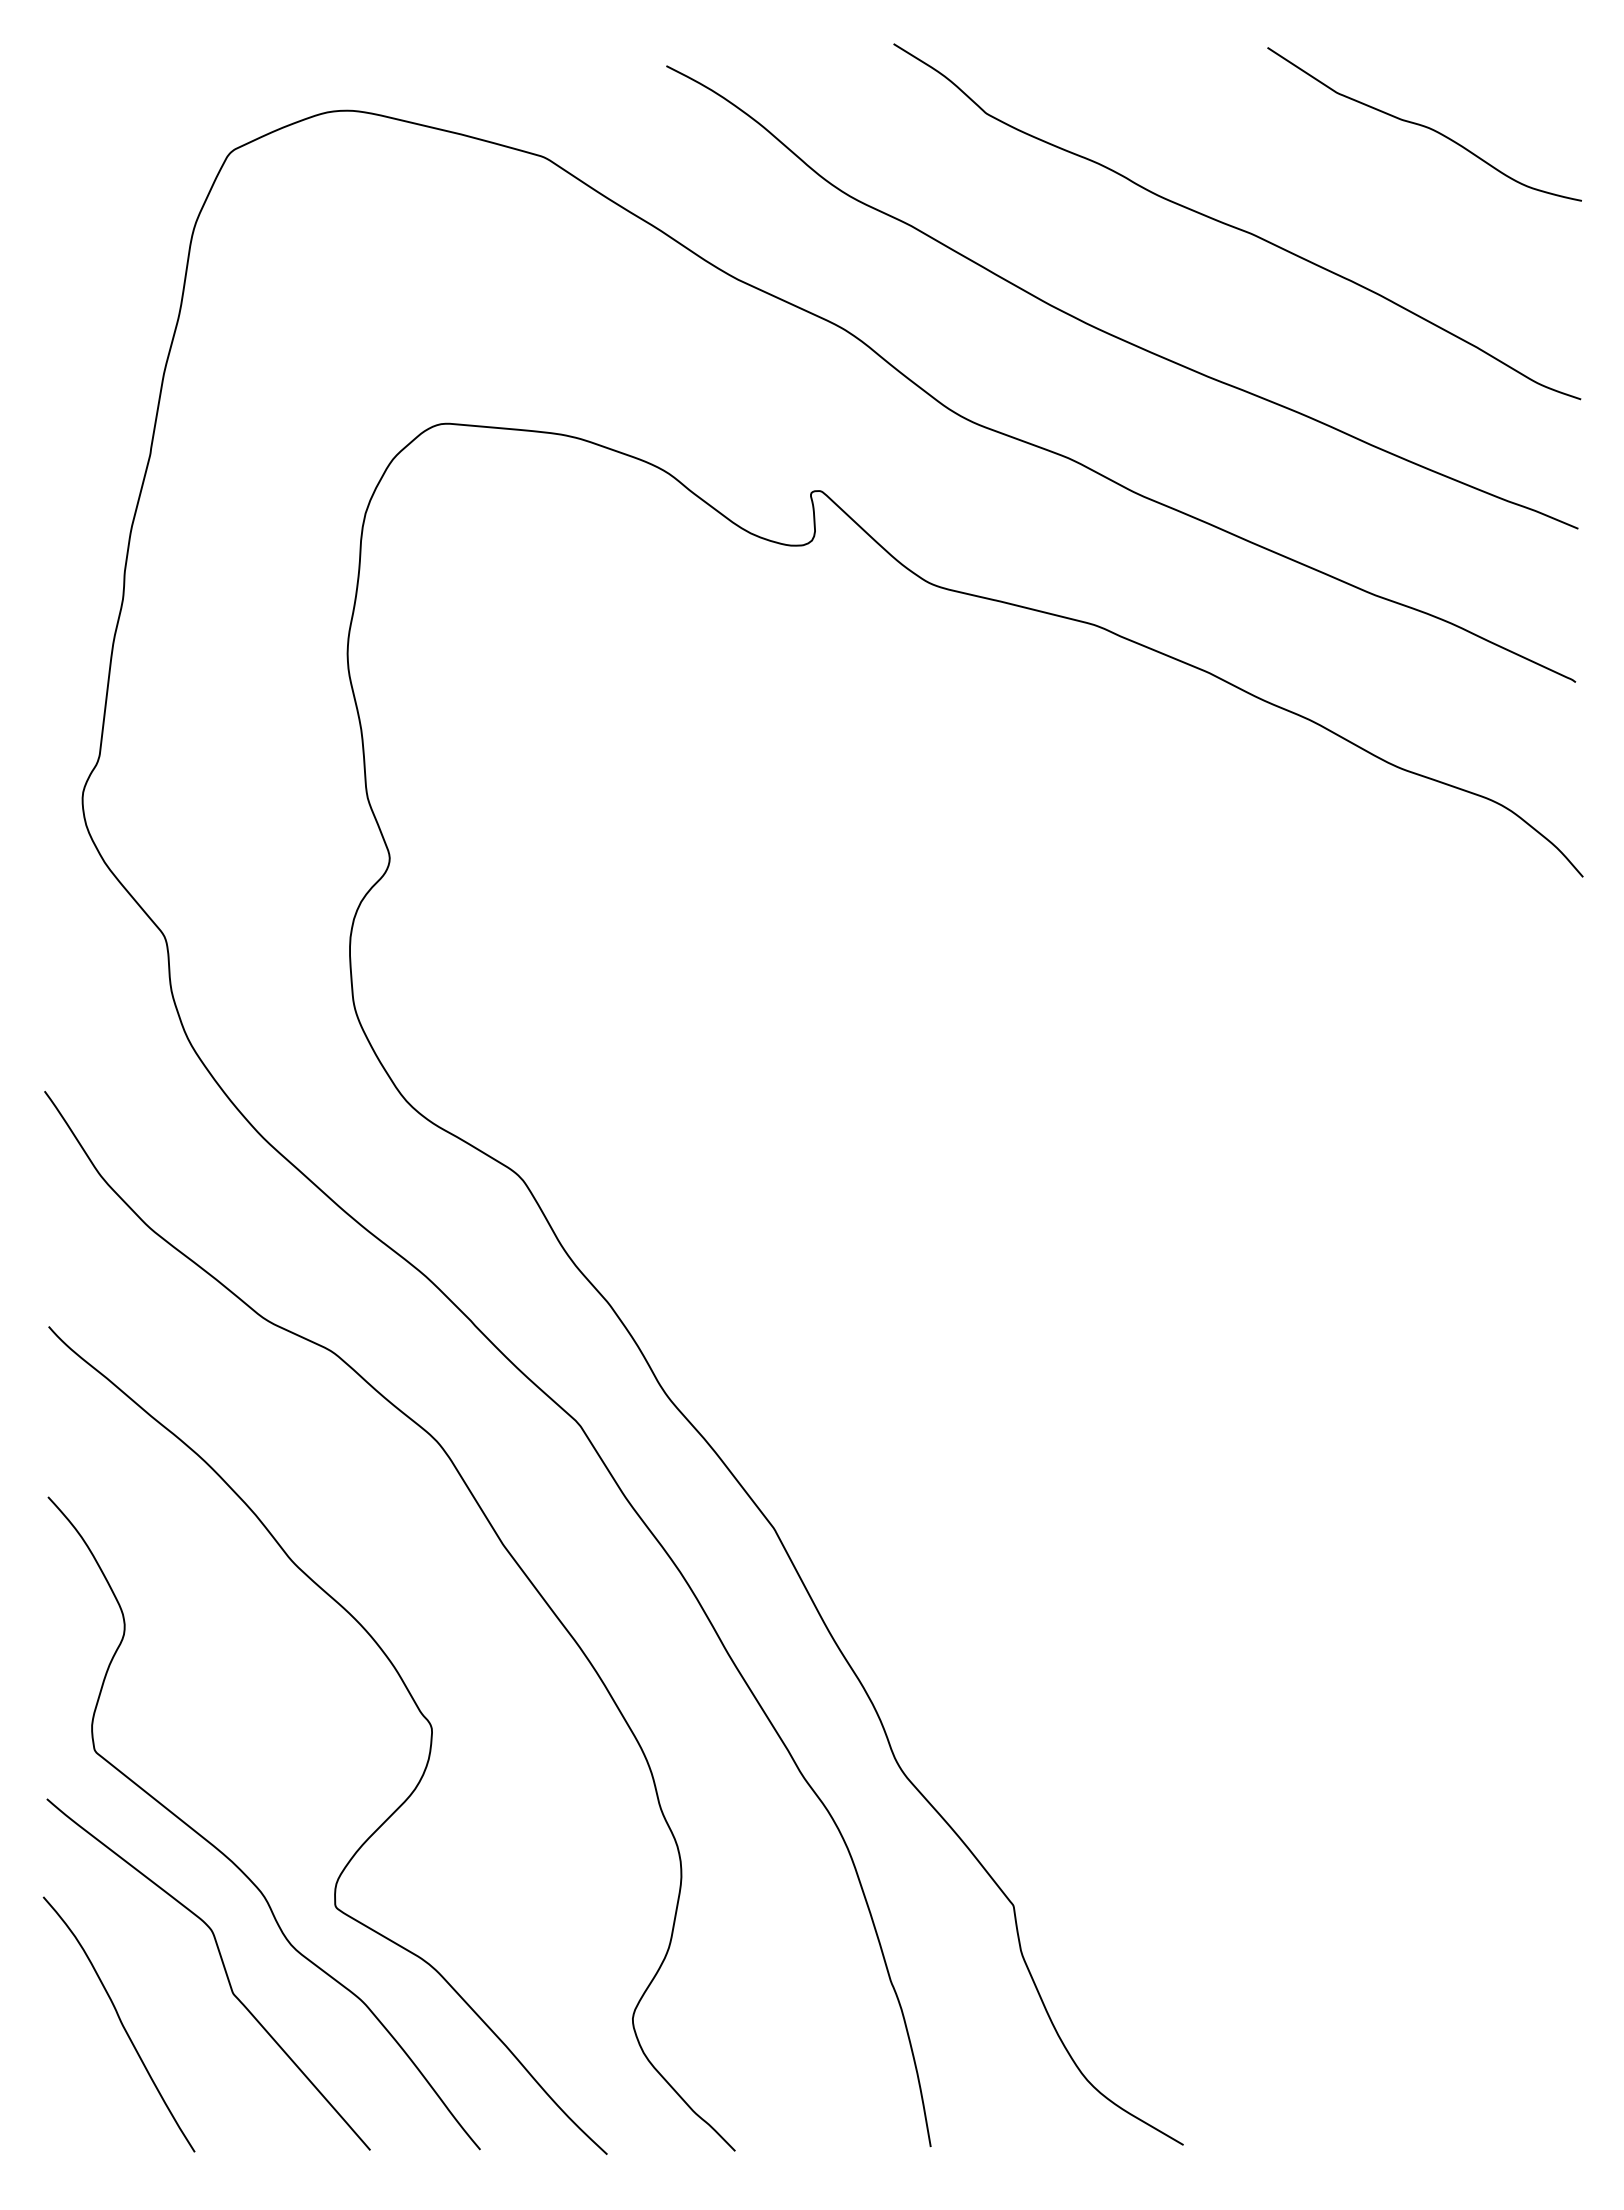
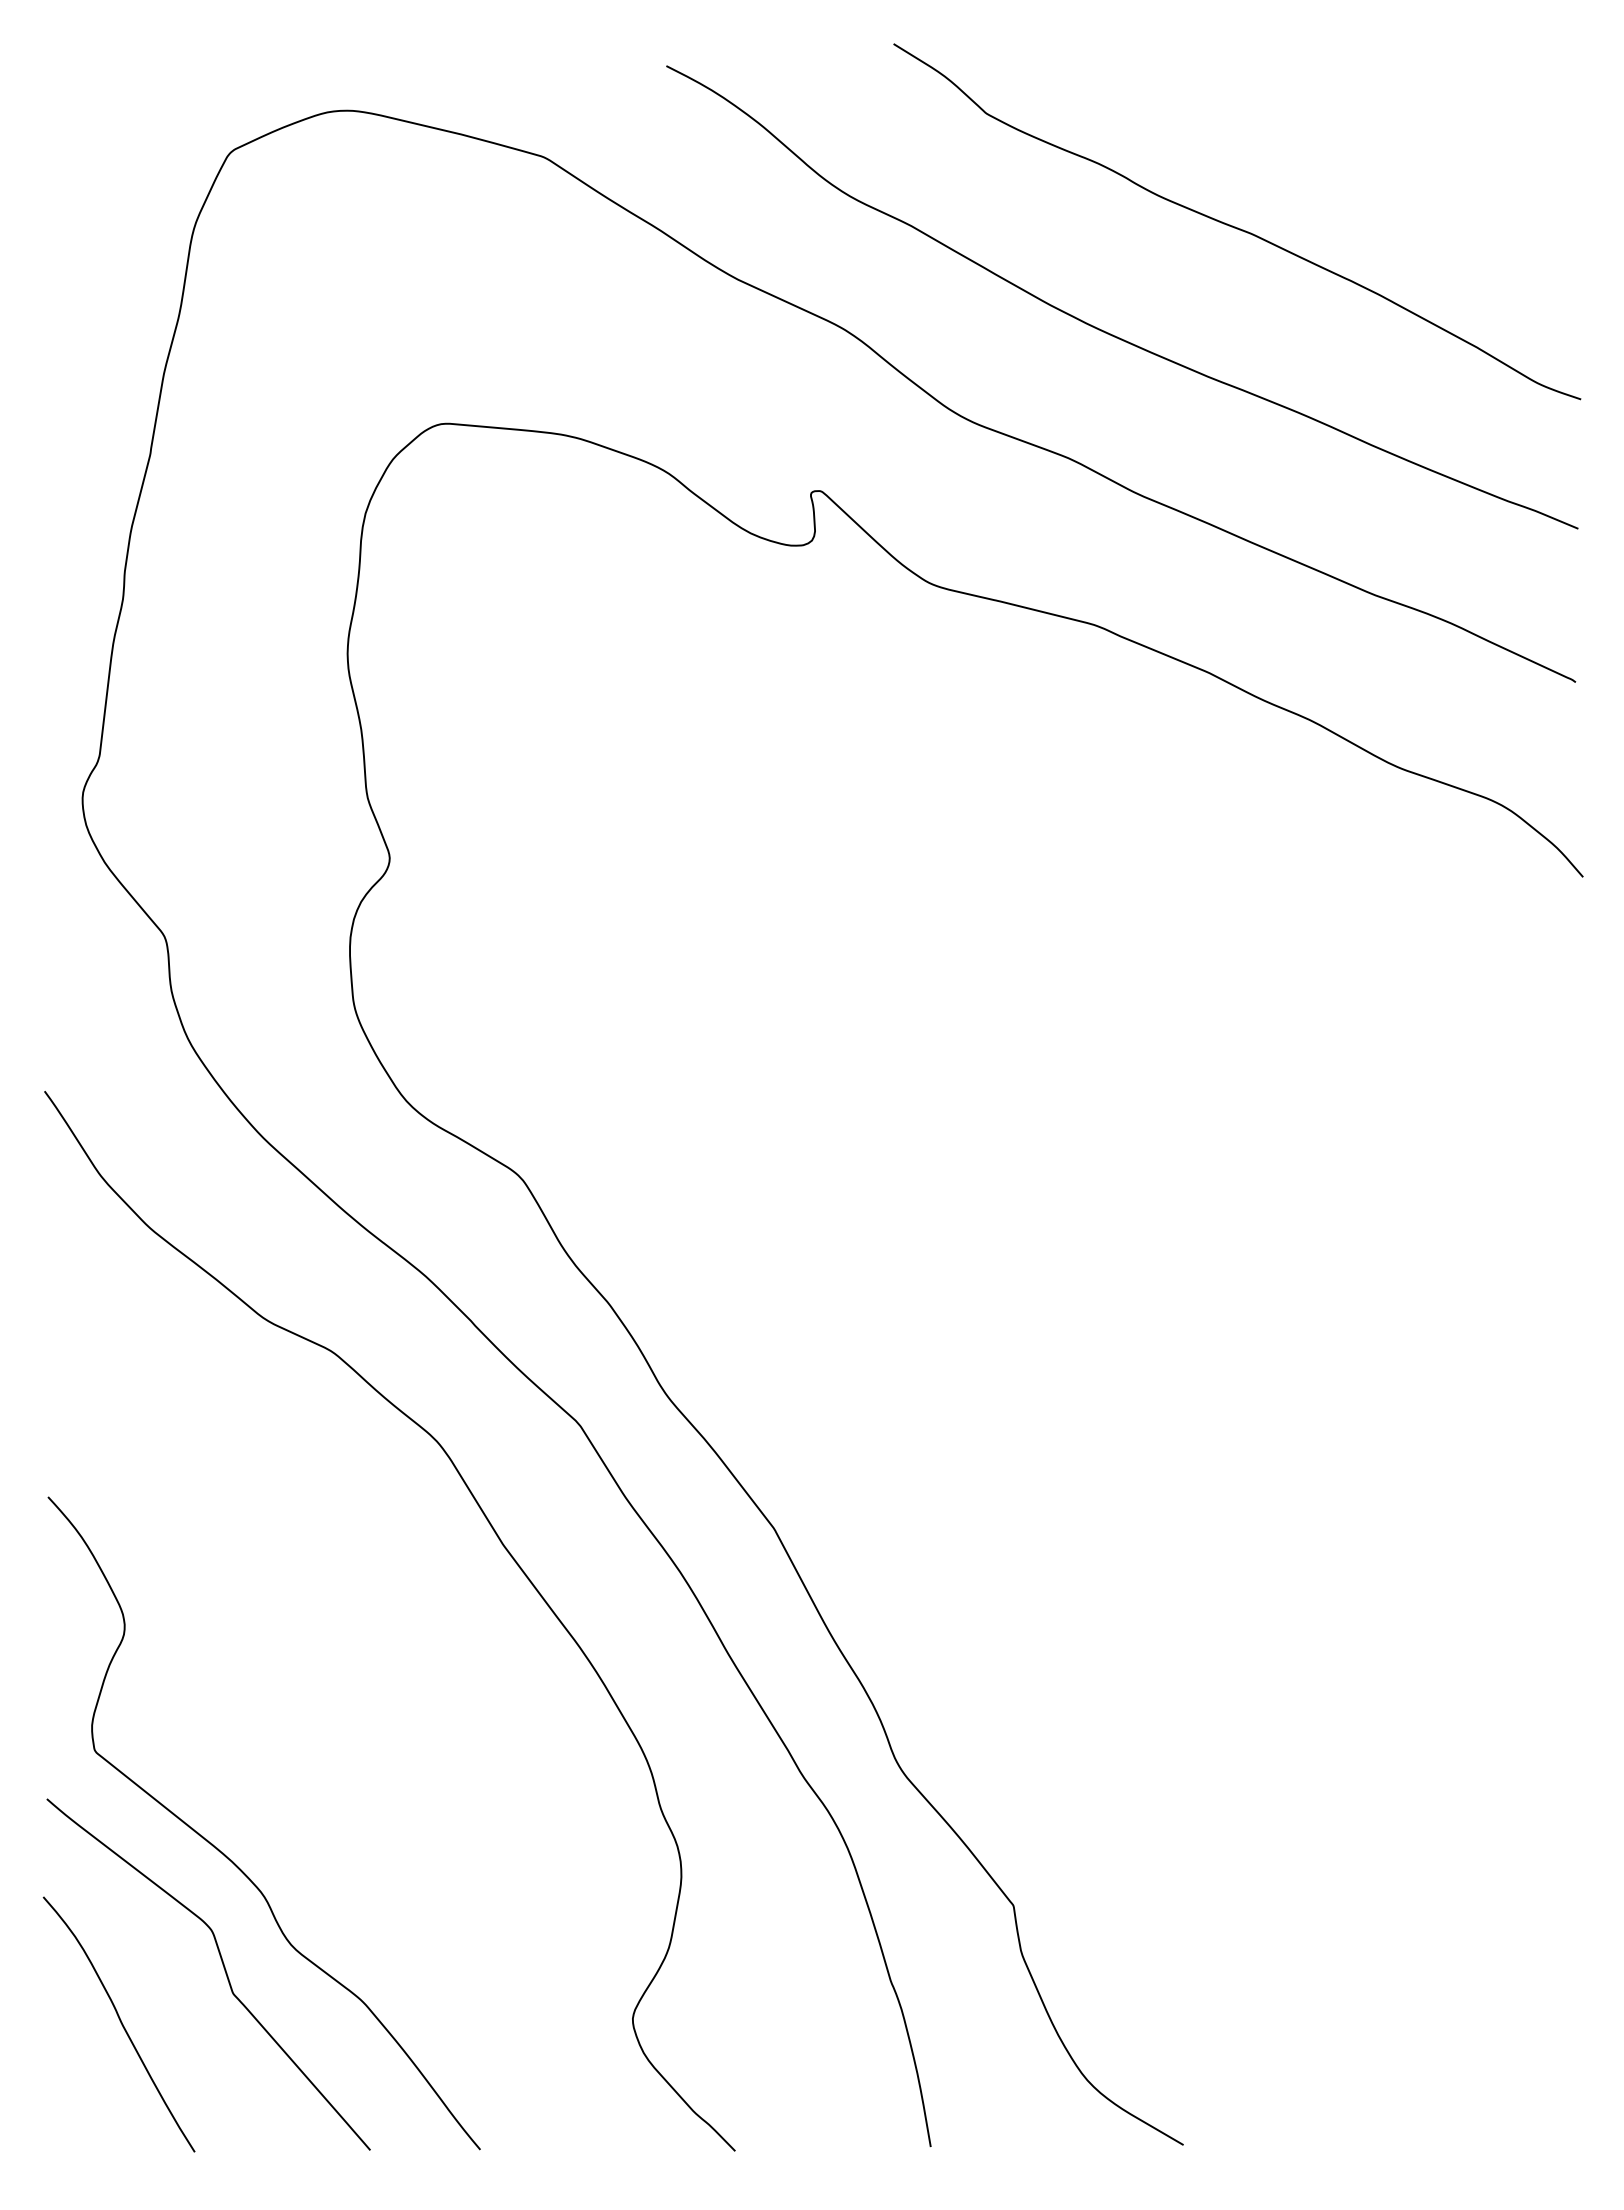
curve at (1424, 125): present -> none
curve at (408, 1693): present -> none
